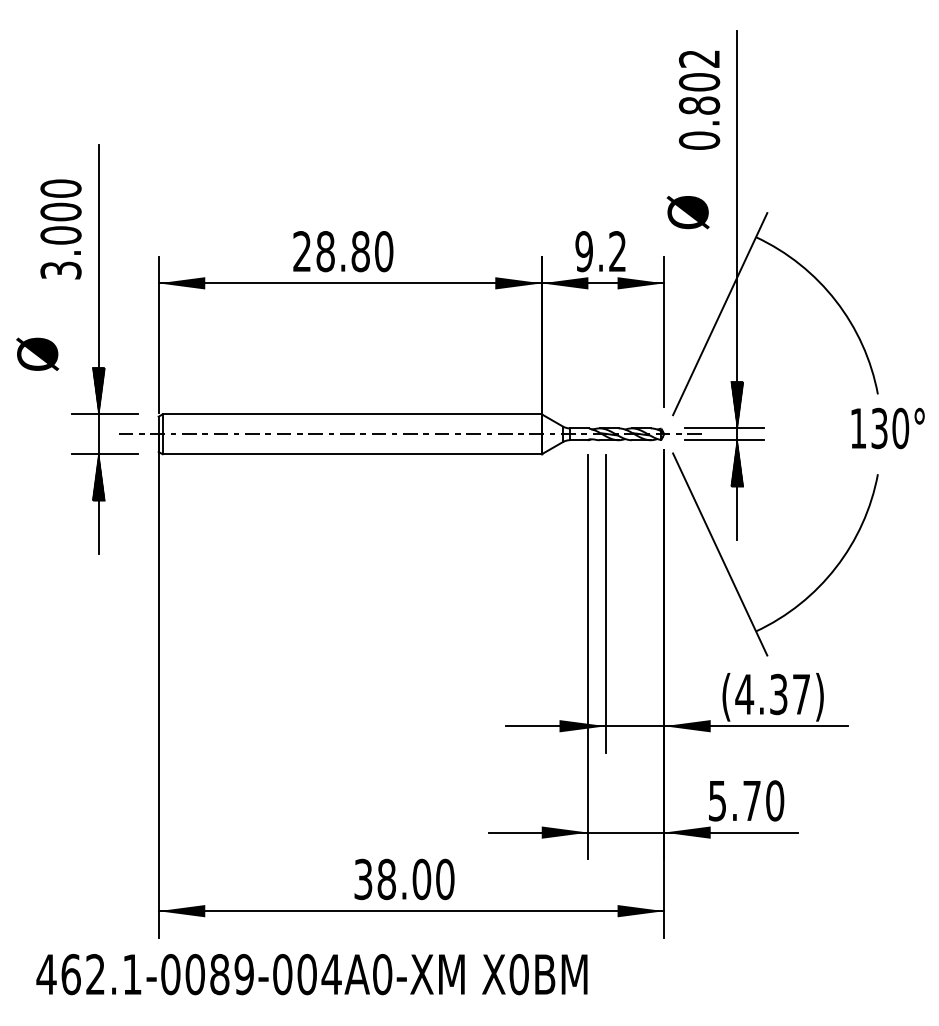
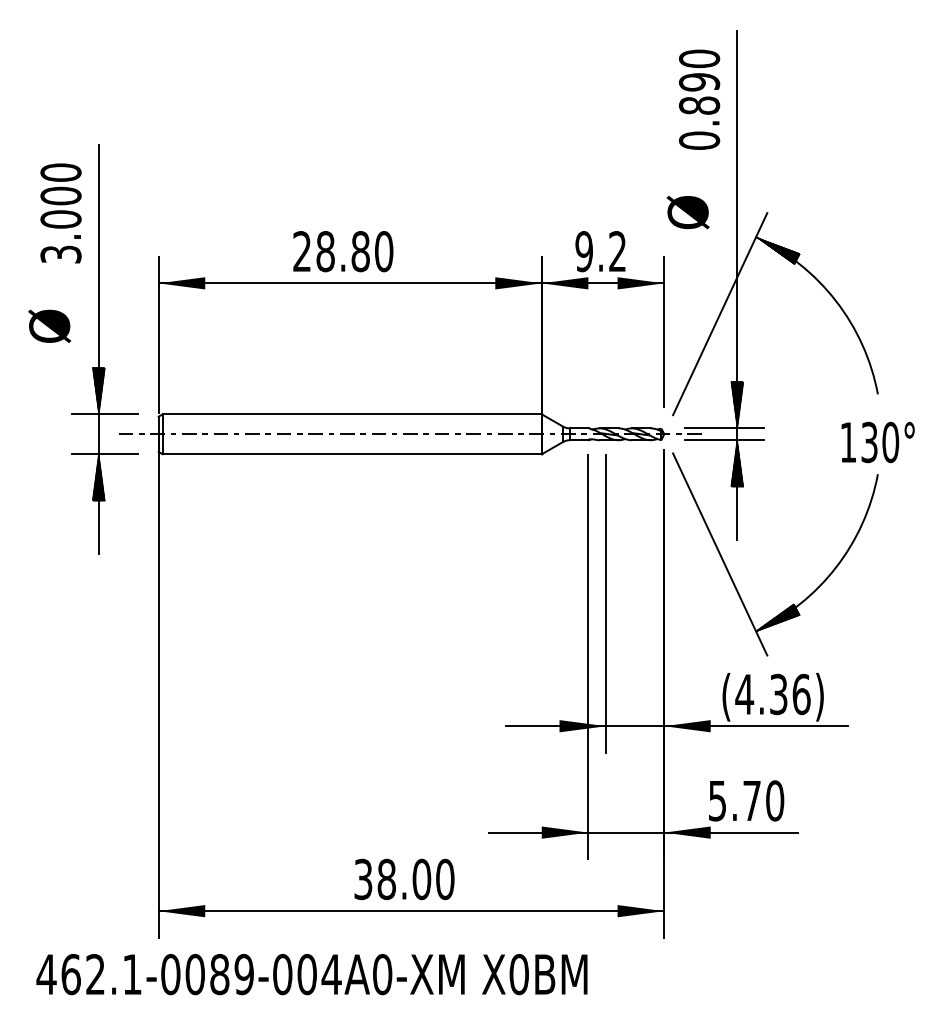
text at (699, 70): 0.802 -> 0.890
text at (60, 229) position: (60, 229) -> (60, 213)
hatch at (777, 250): none -> present
text at (37, 353) position: (37, 353) -> (49, 325)
text at (887, 428) position: (887, 428) -> (877, 442)
hatch at (778, 617): none -> present
text at (801, 694): (4.37) -> (4.36)
